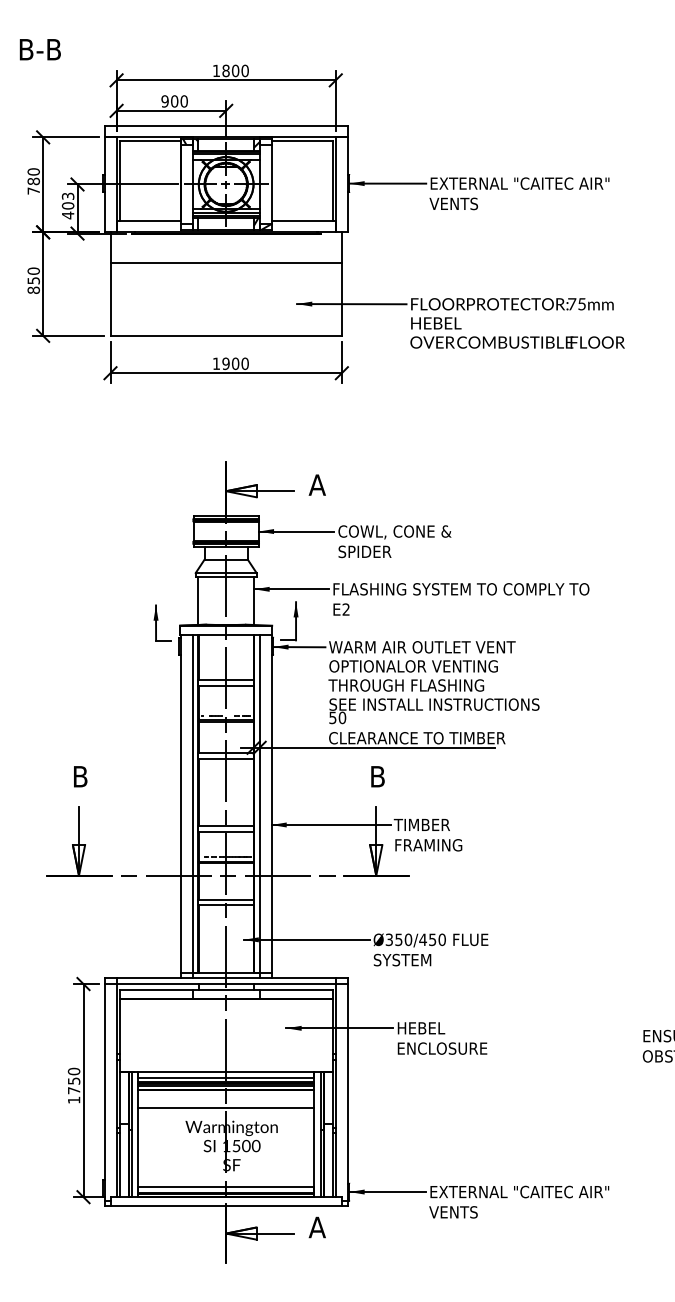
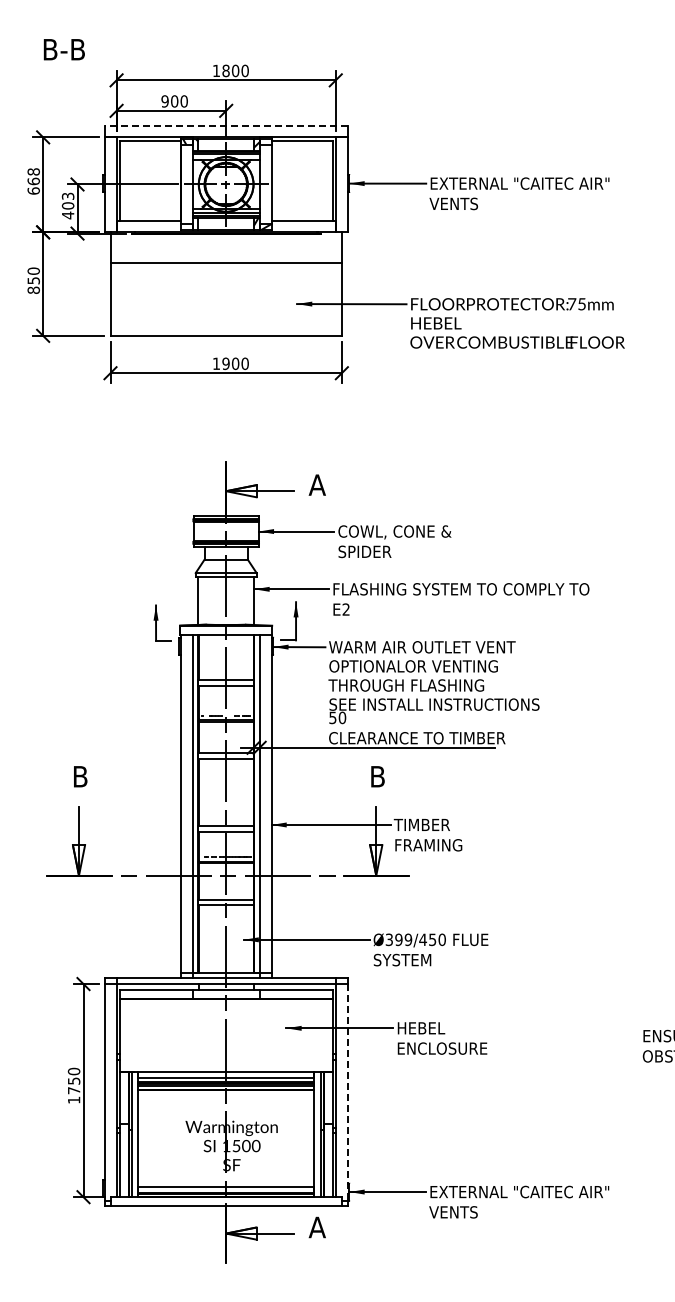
text at (39, 49) position: (39, 49) -> (63, 49)
line at (225, 125): solid -> dashed
text at (33, 181): 780 -> 668
text at (403, 939): Ø350/450 -> Ø399/450
line at (347, 1092): solid -> dashed
line at (225, 1107): present -> none
